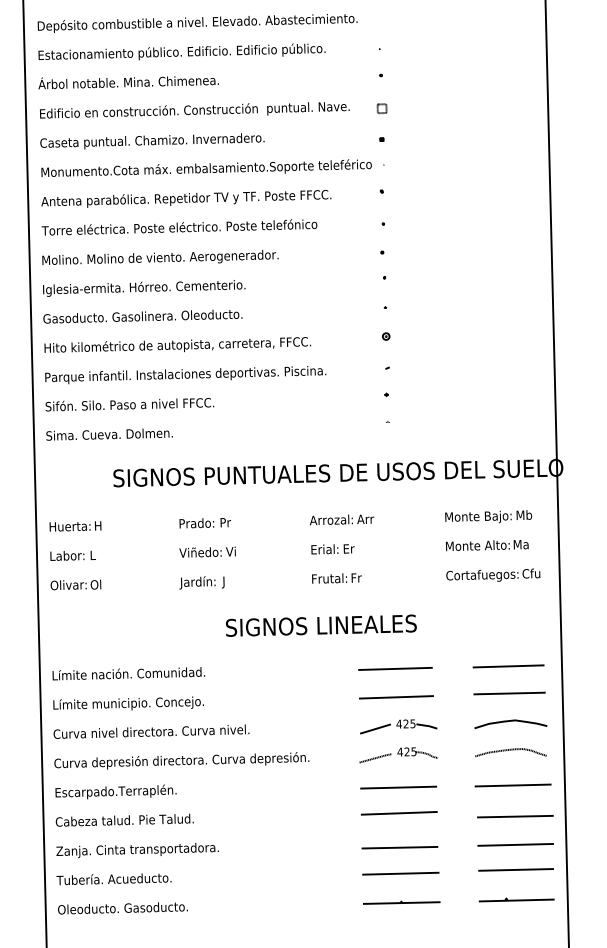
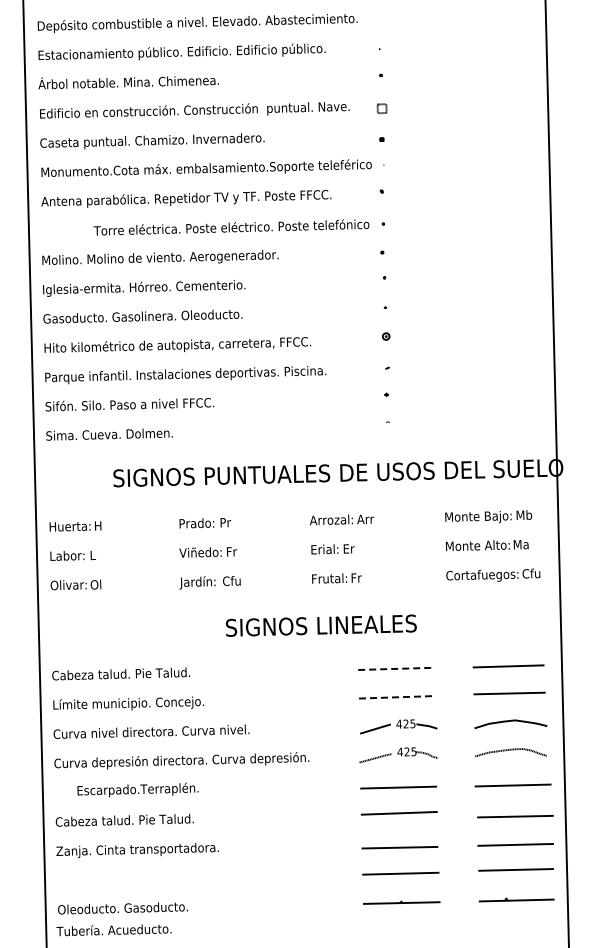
text at (179, 227) position: (179, 227) -> (231, 227)
text at (231, 551): Vi -> Fr
text at (231, 582): J -> Cfu
line at (395, 668): solid -> dashed
text at (128, 673): Límite nación. Comunidad. -> Cabeza talud. Pie Talud.
line at (396, 697): solid -> dashed
text at (115, 791) position: (115, 791) -> (137, 789)
text at (113, 879) position: (113, 879) -> (113, 930)
